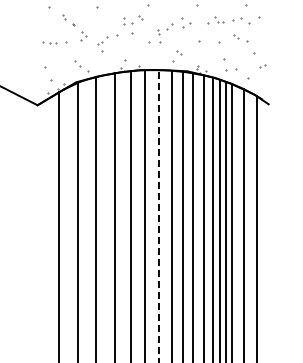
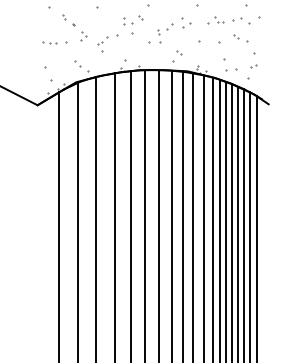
part at (262, 66) position: (262, 66) -> (253, 66)
line at (159, 216): dashed -> solid
line at (238, 222): none -> present
line at (250, 225): none -> present
